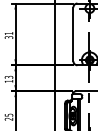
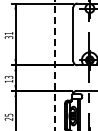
line at (55, 65): solid -> dashed
